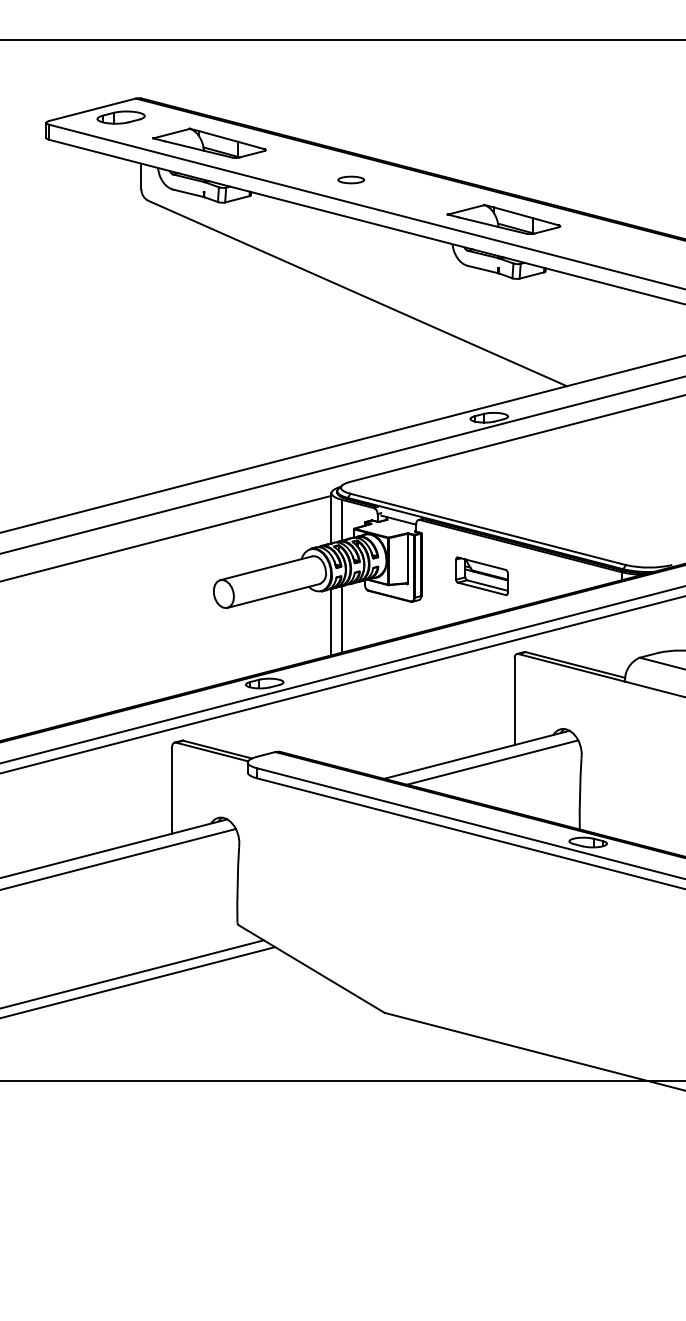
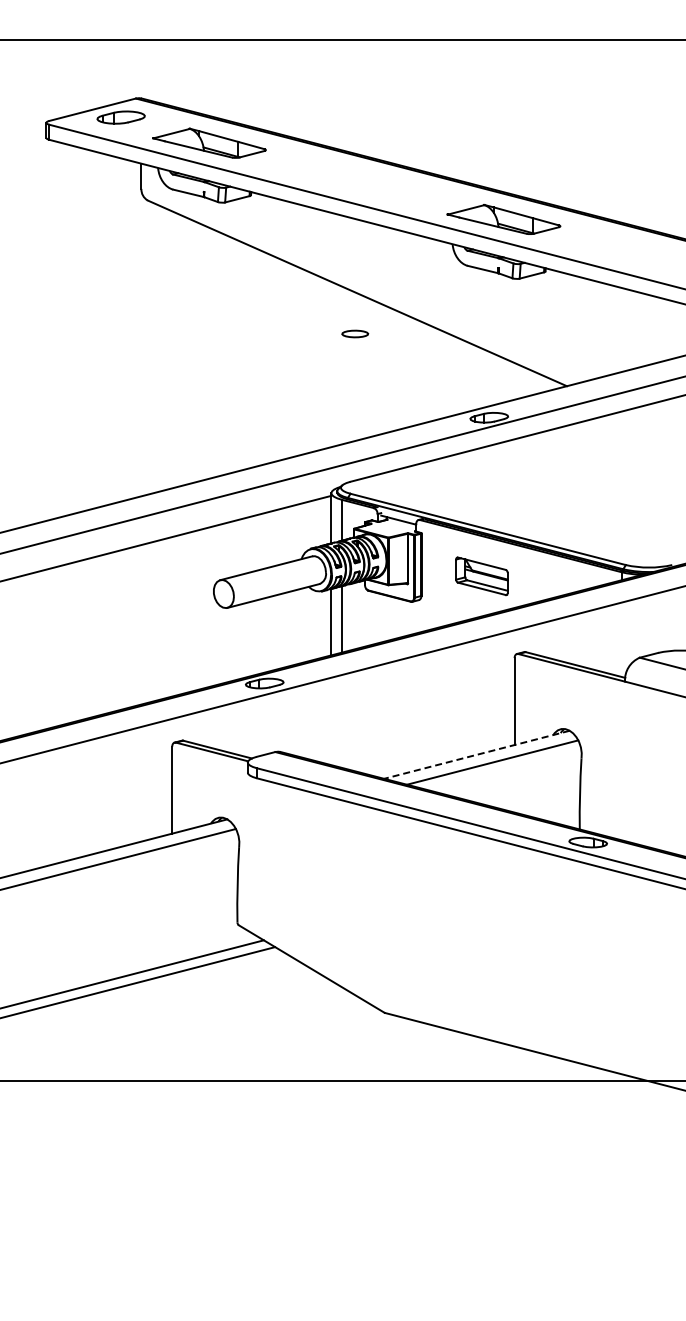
part at (351, 179) position: (351, 179) -> (355, 333)
line at (342, 684): present -> none
line at (476, 754): solid -> dashed
